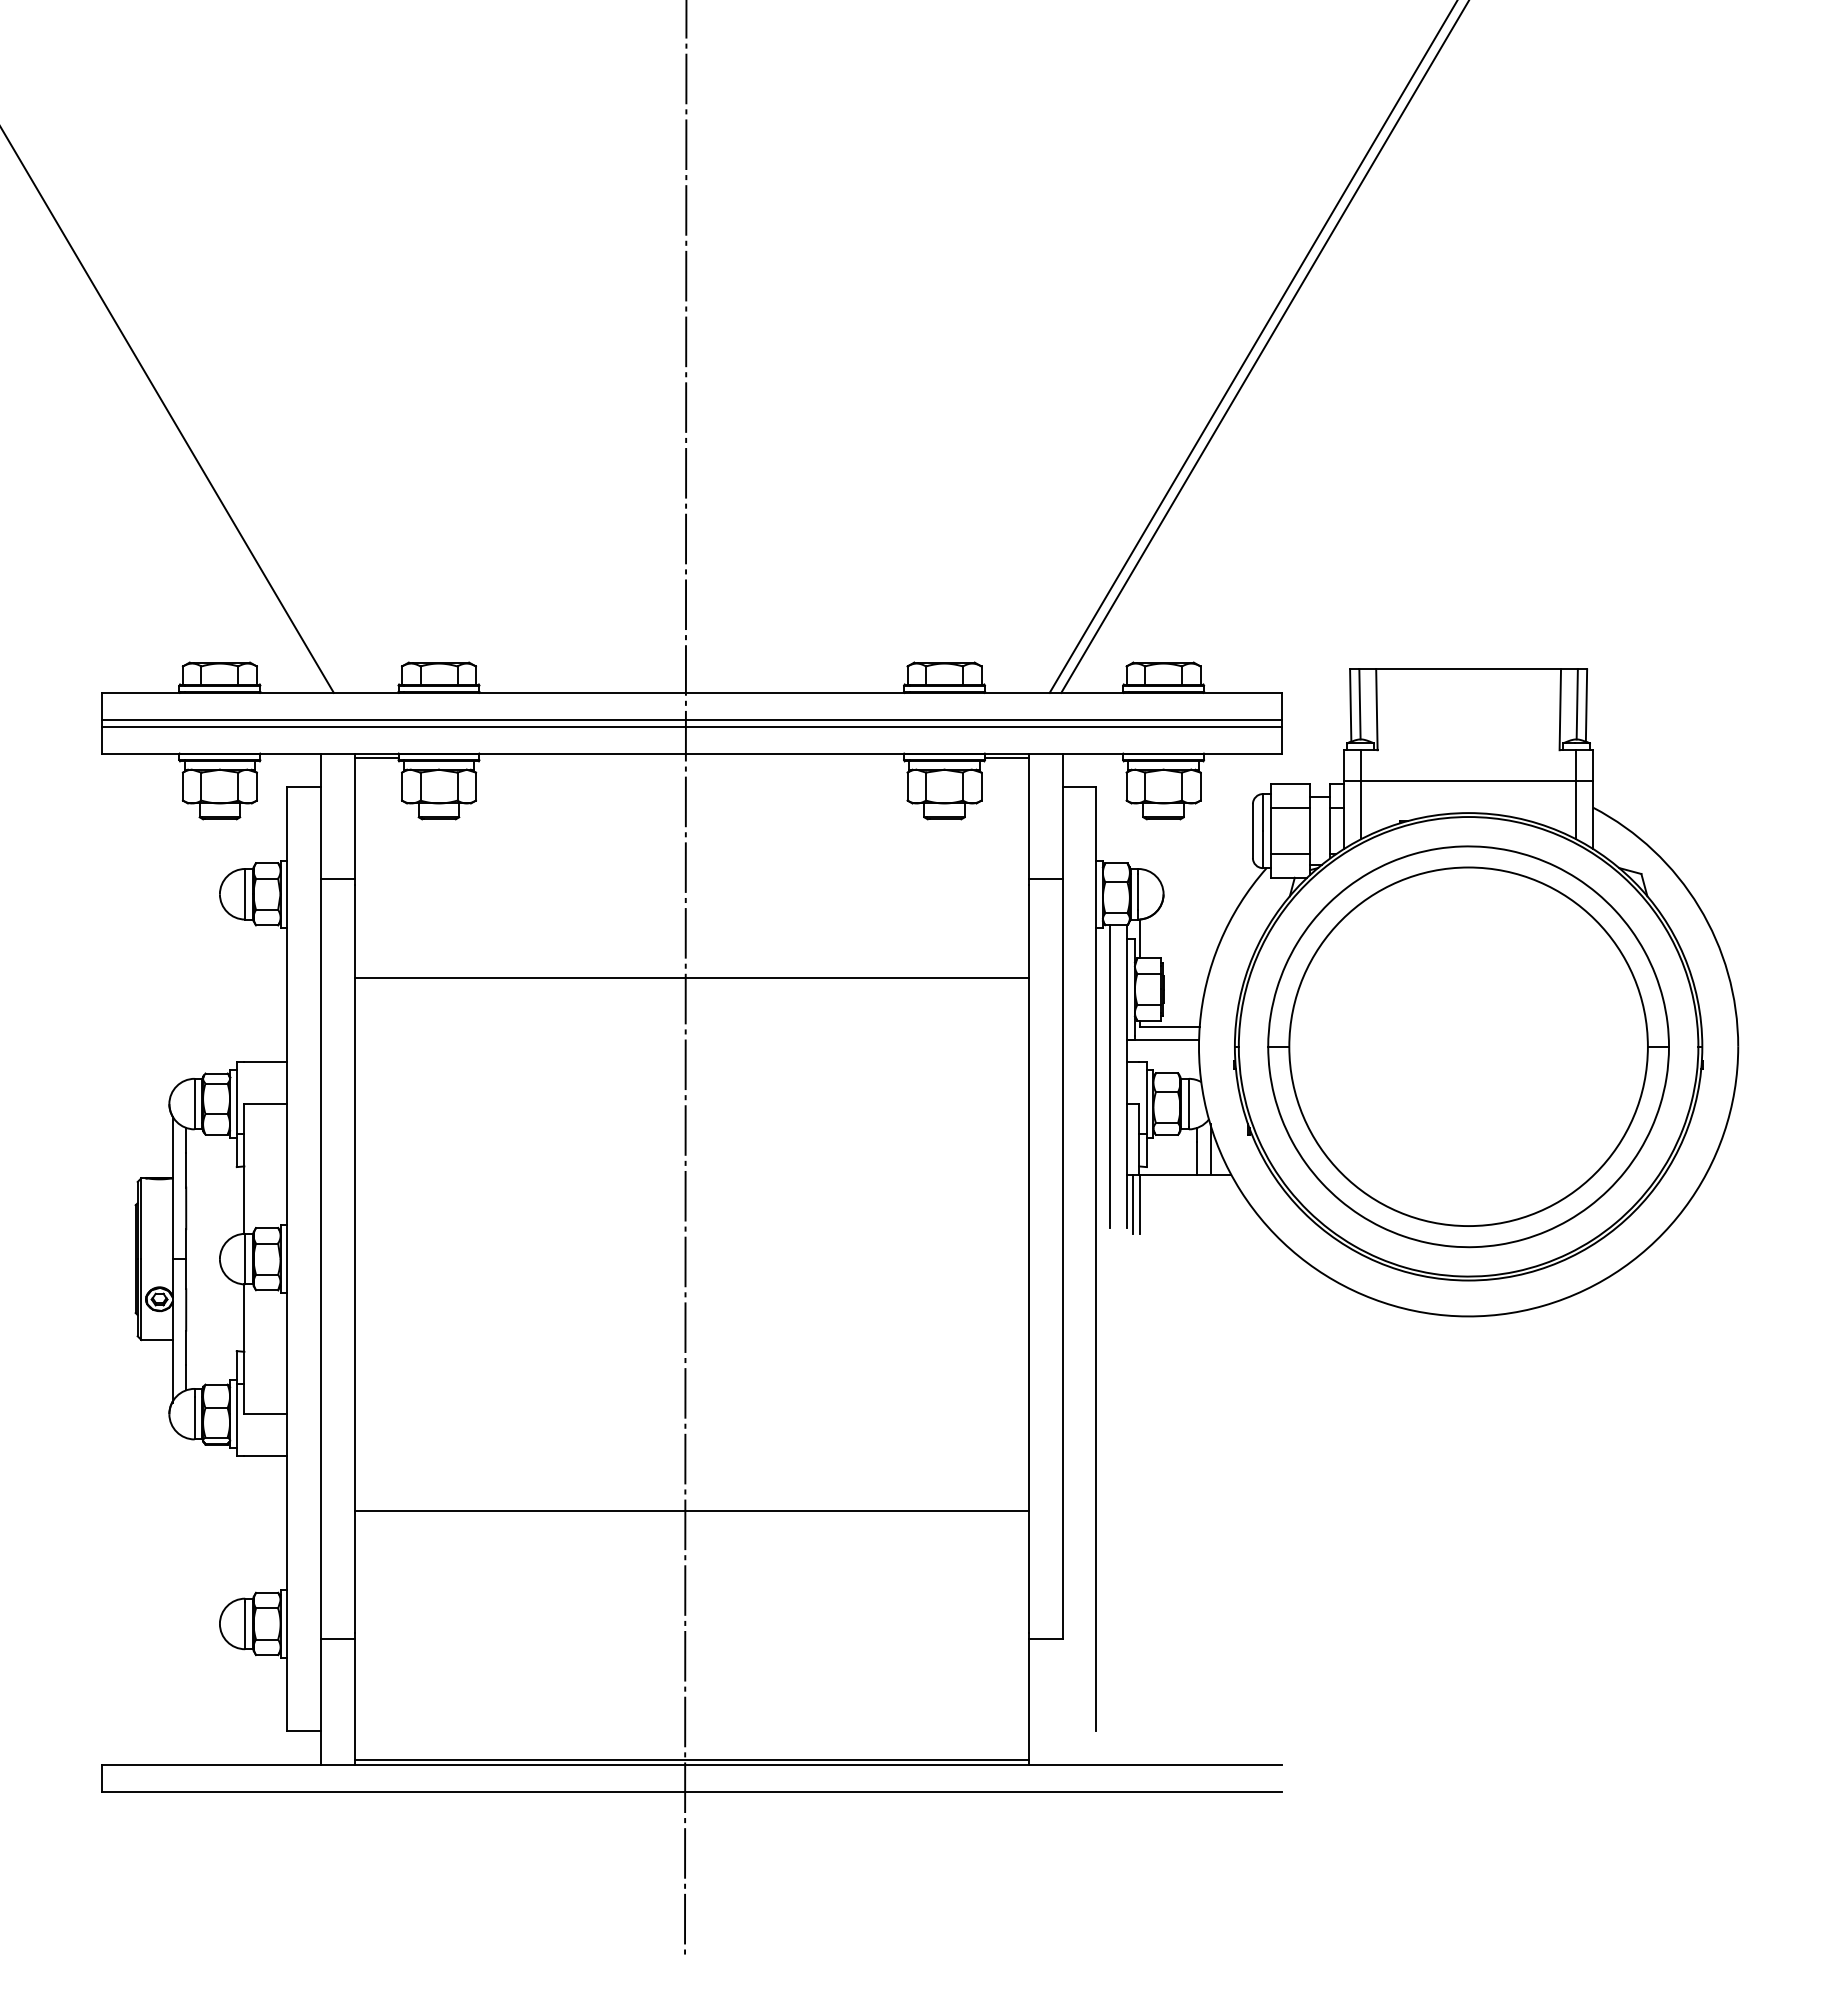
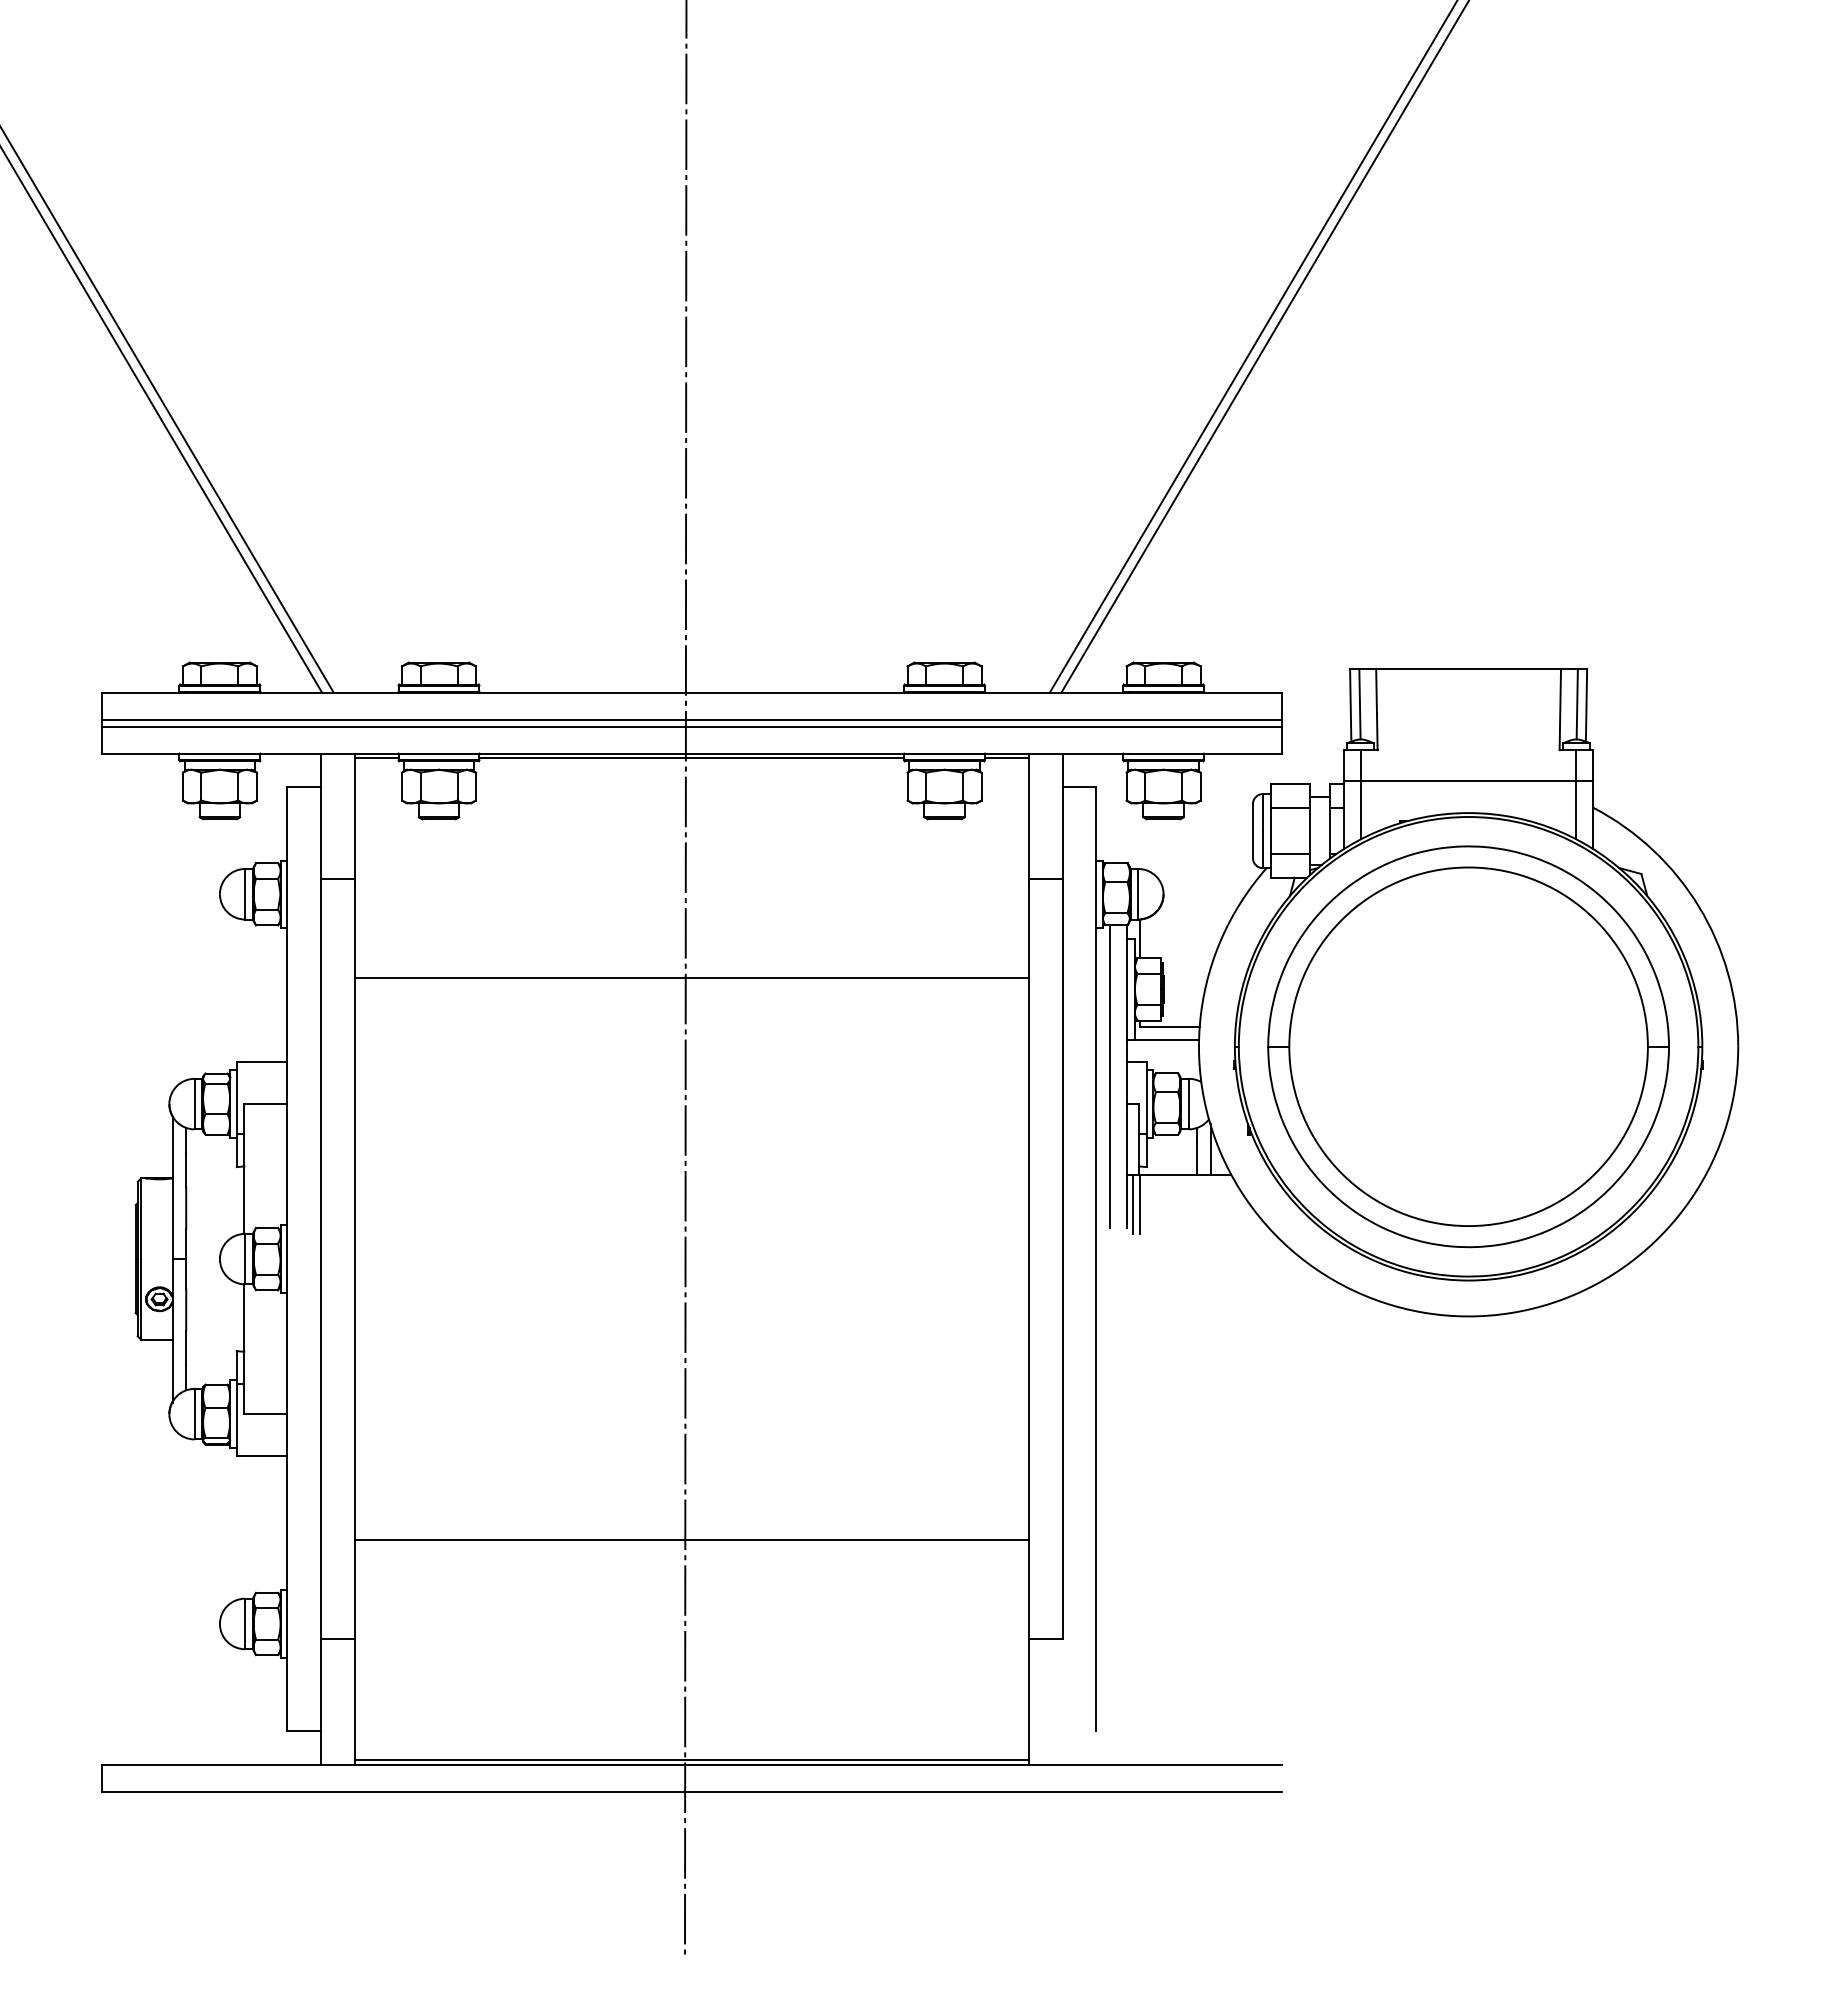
line at (162, 420): none -> present
line at (691, 757): none -> present
line at (691, 1511) position: (691, 1511) -> (691, 1540)
